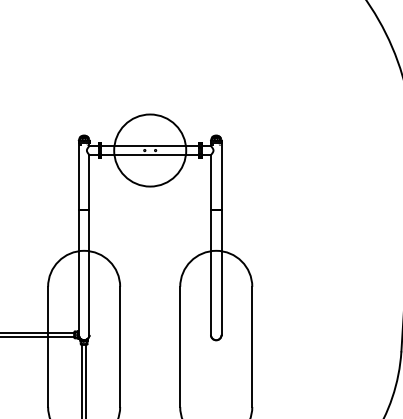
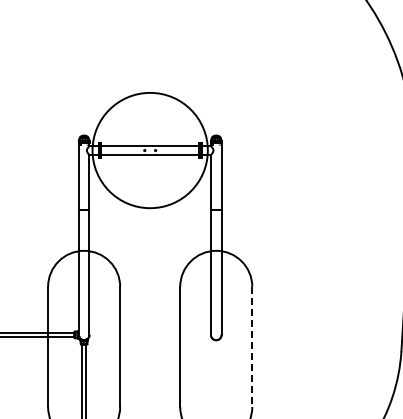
circle at (150, 150) diameter: 72 px -> 115 px
line at (252, 347): solid -> dashed
